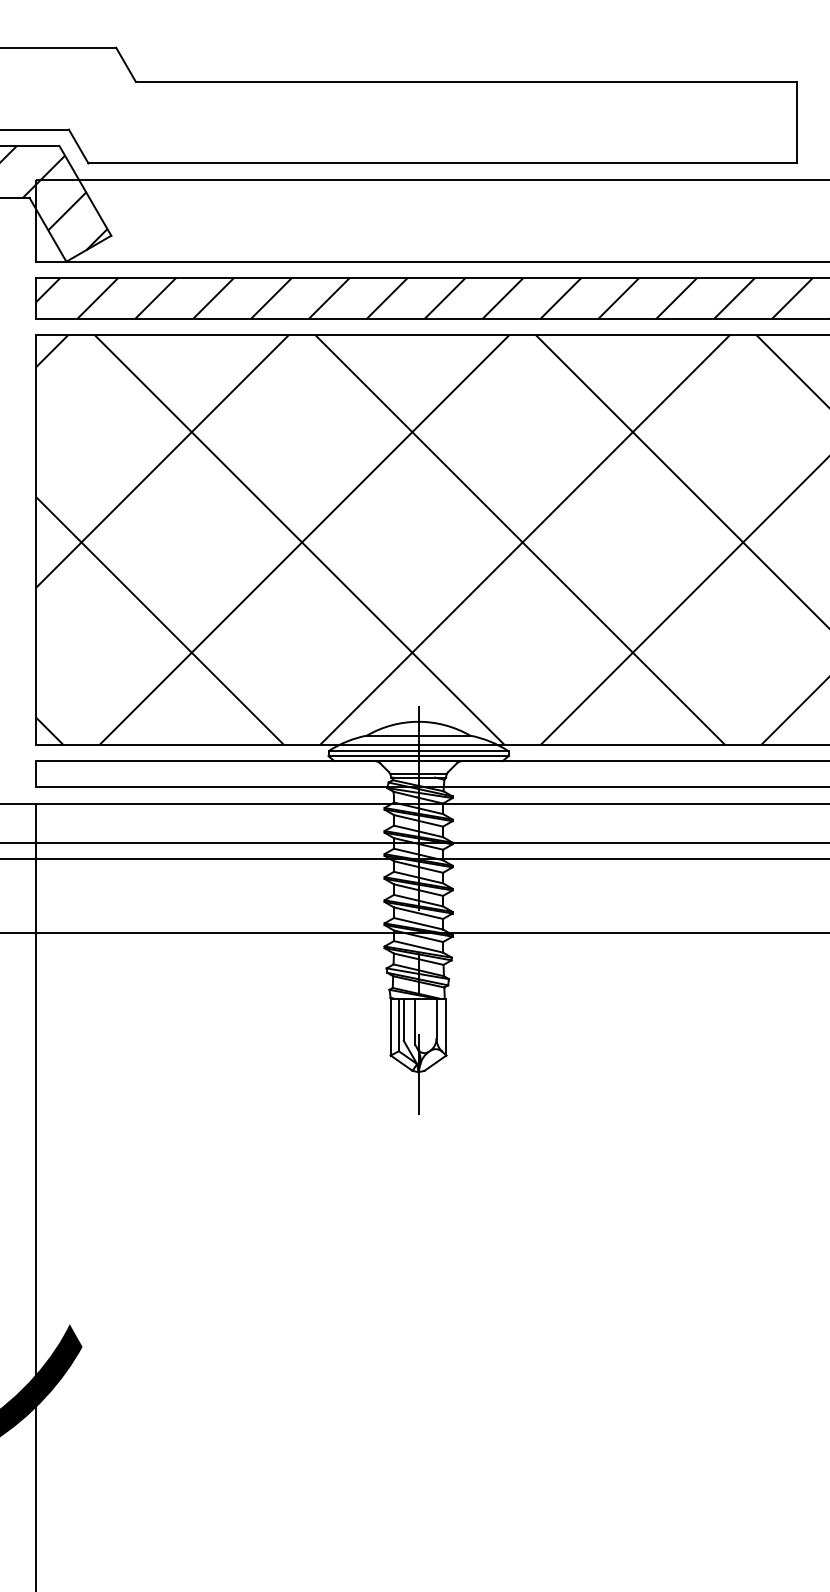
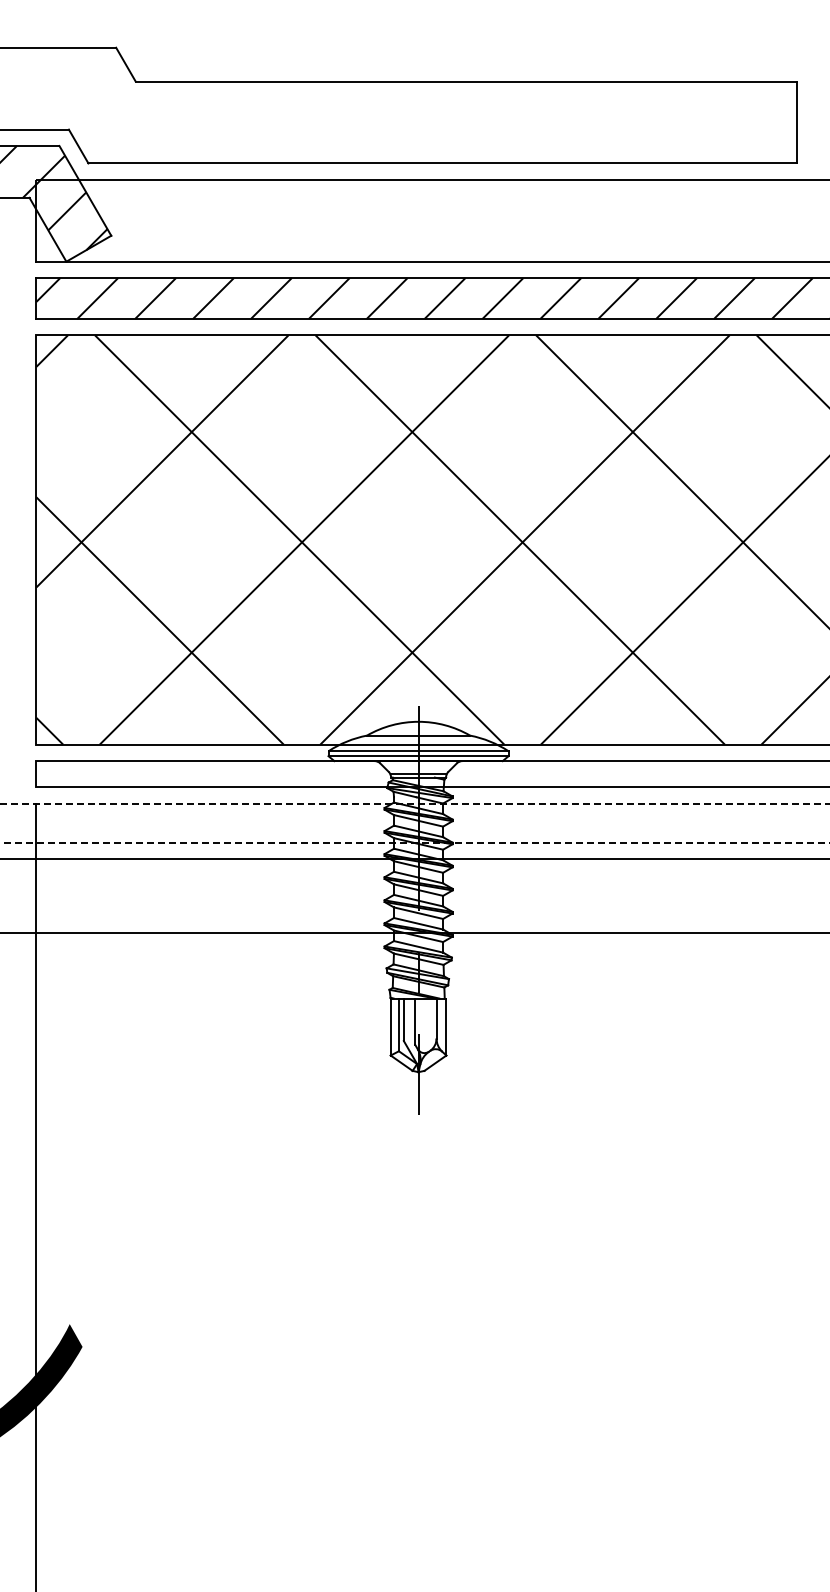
line at (415, 803): solid -> dashed
line at (415, 842): solid -> dashed
